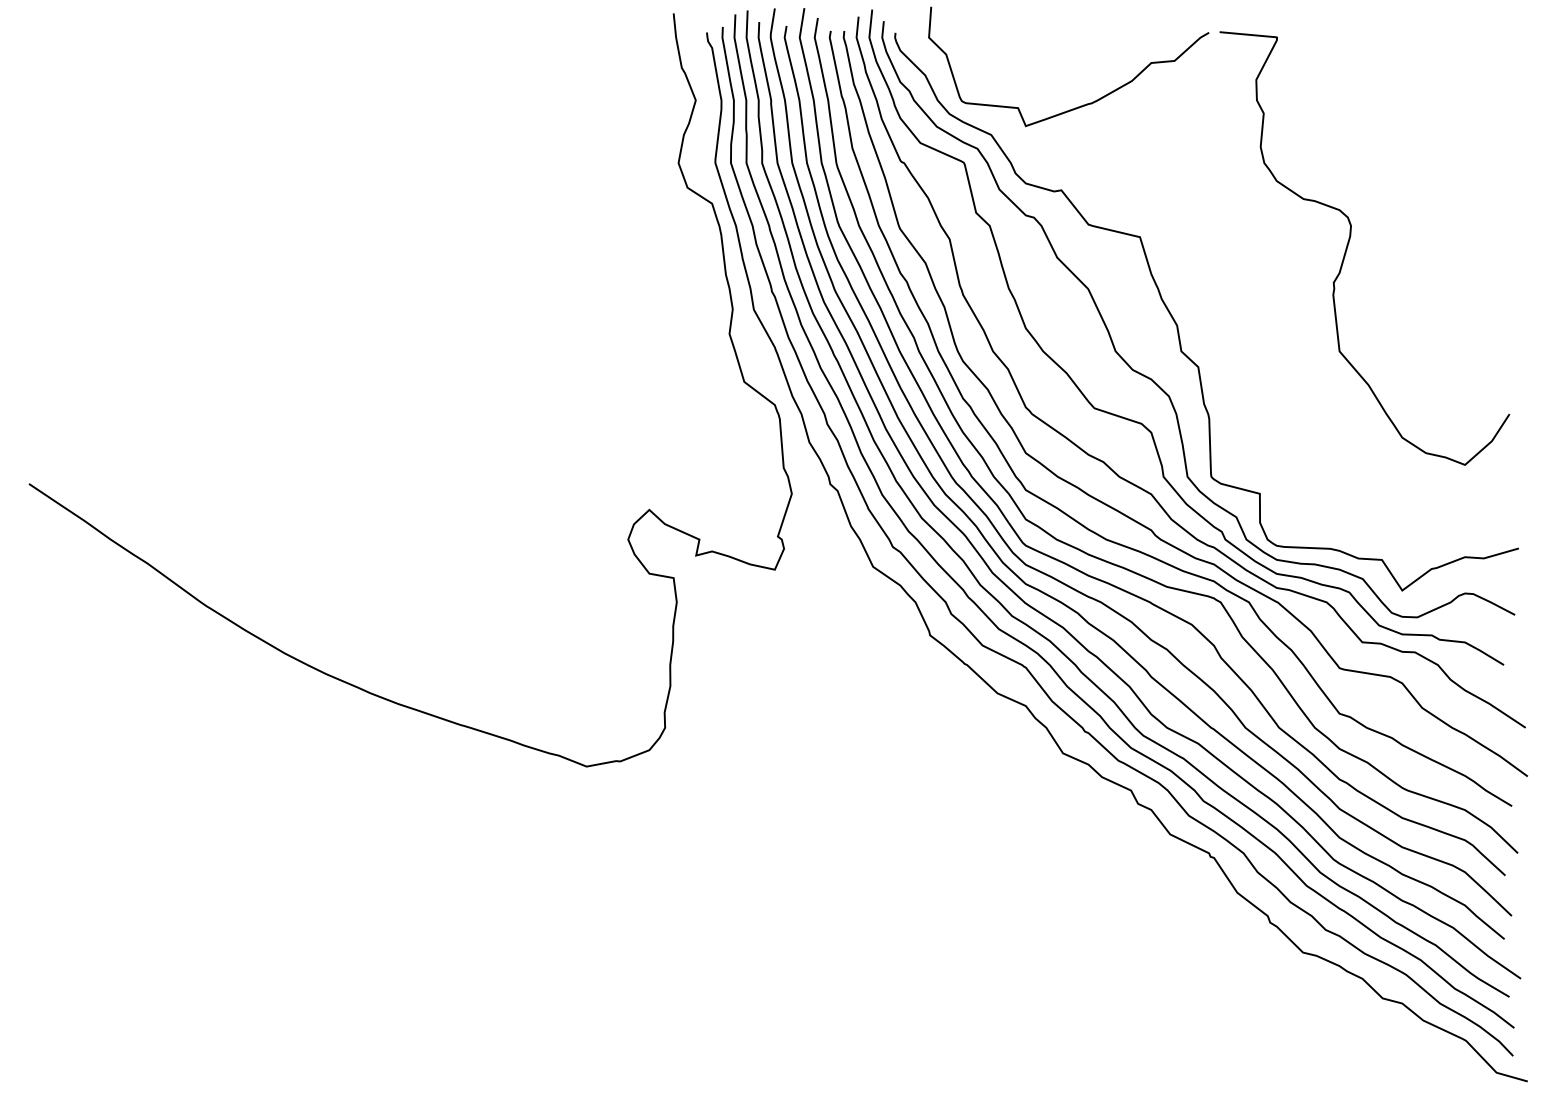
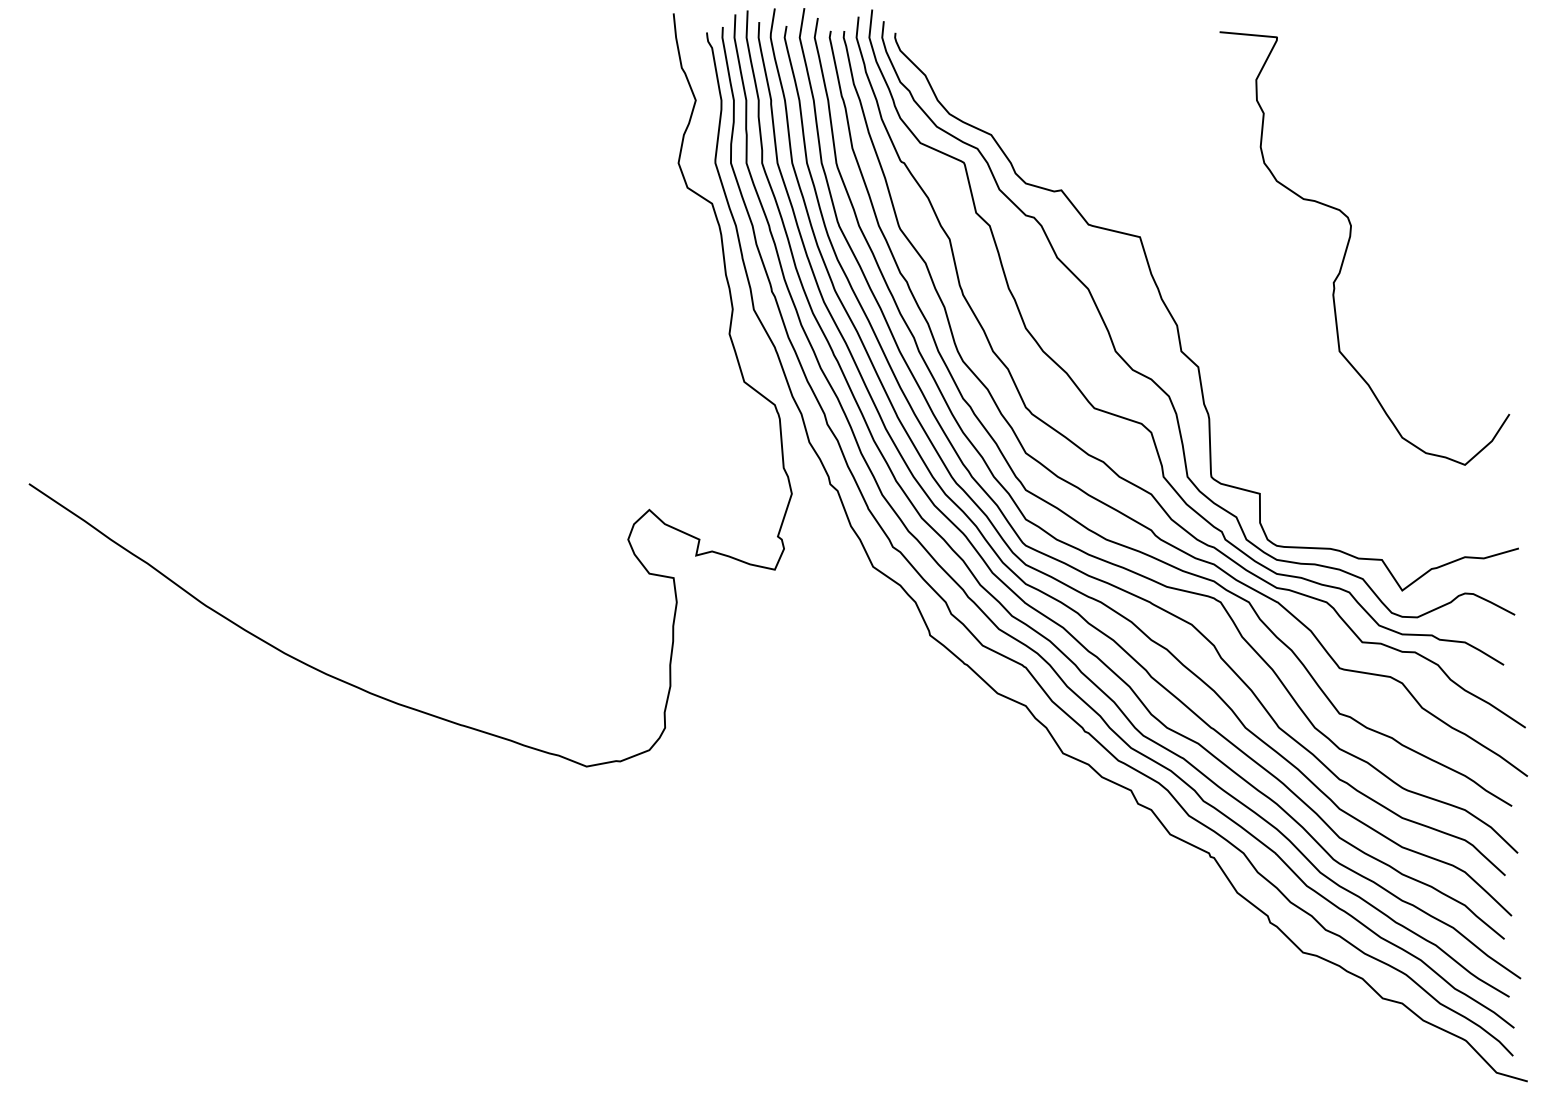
curve at (1080, 105): present -> none
